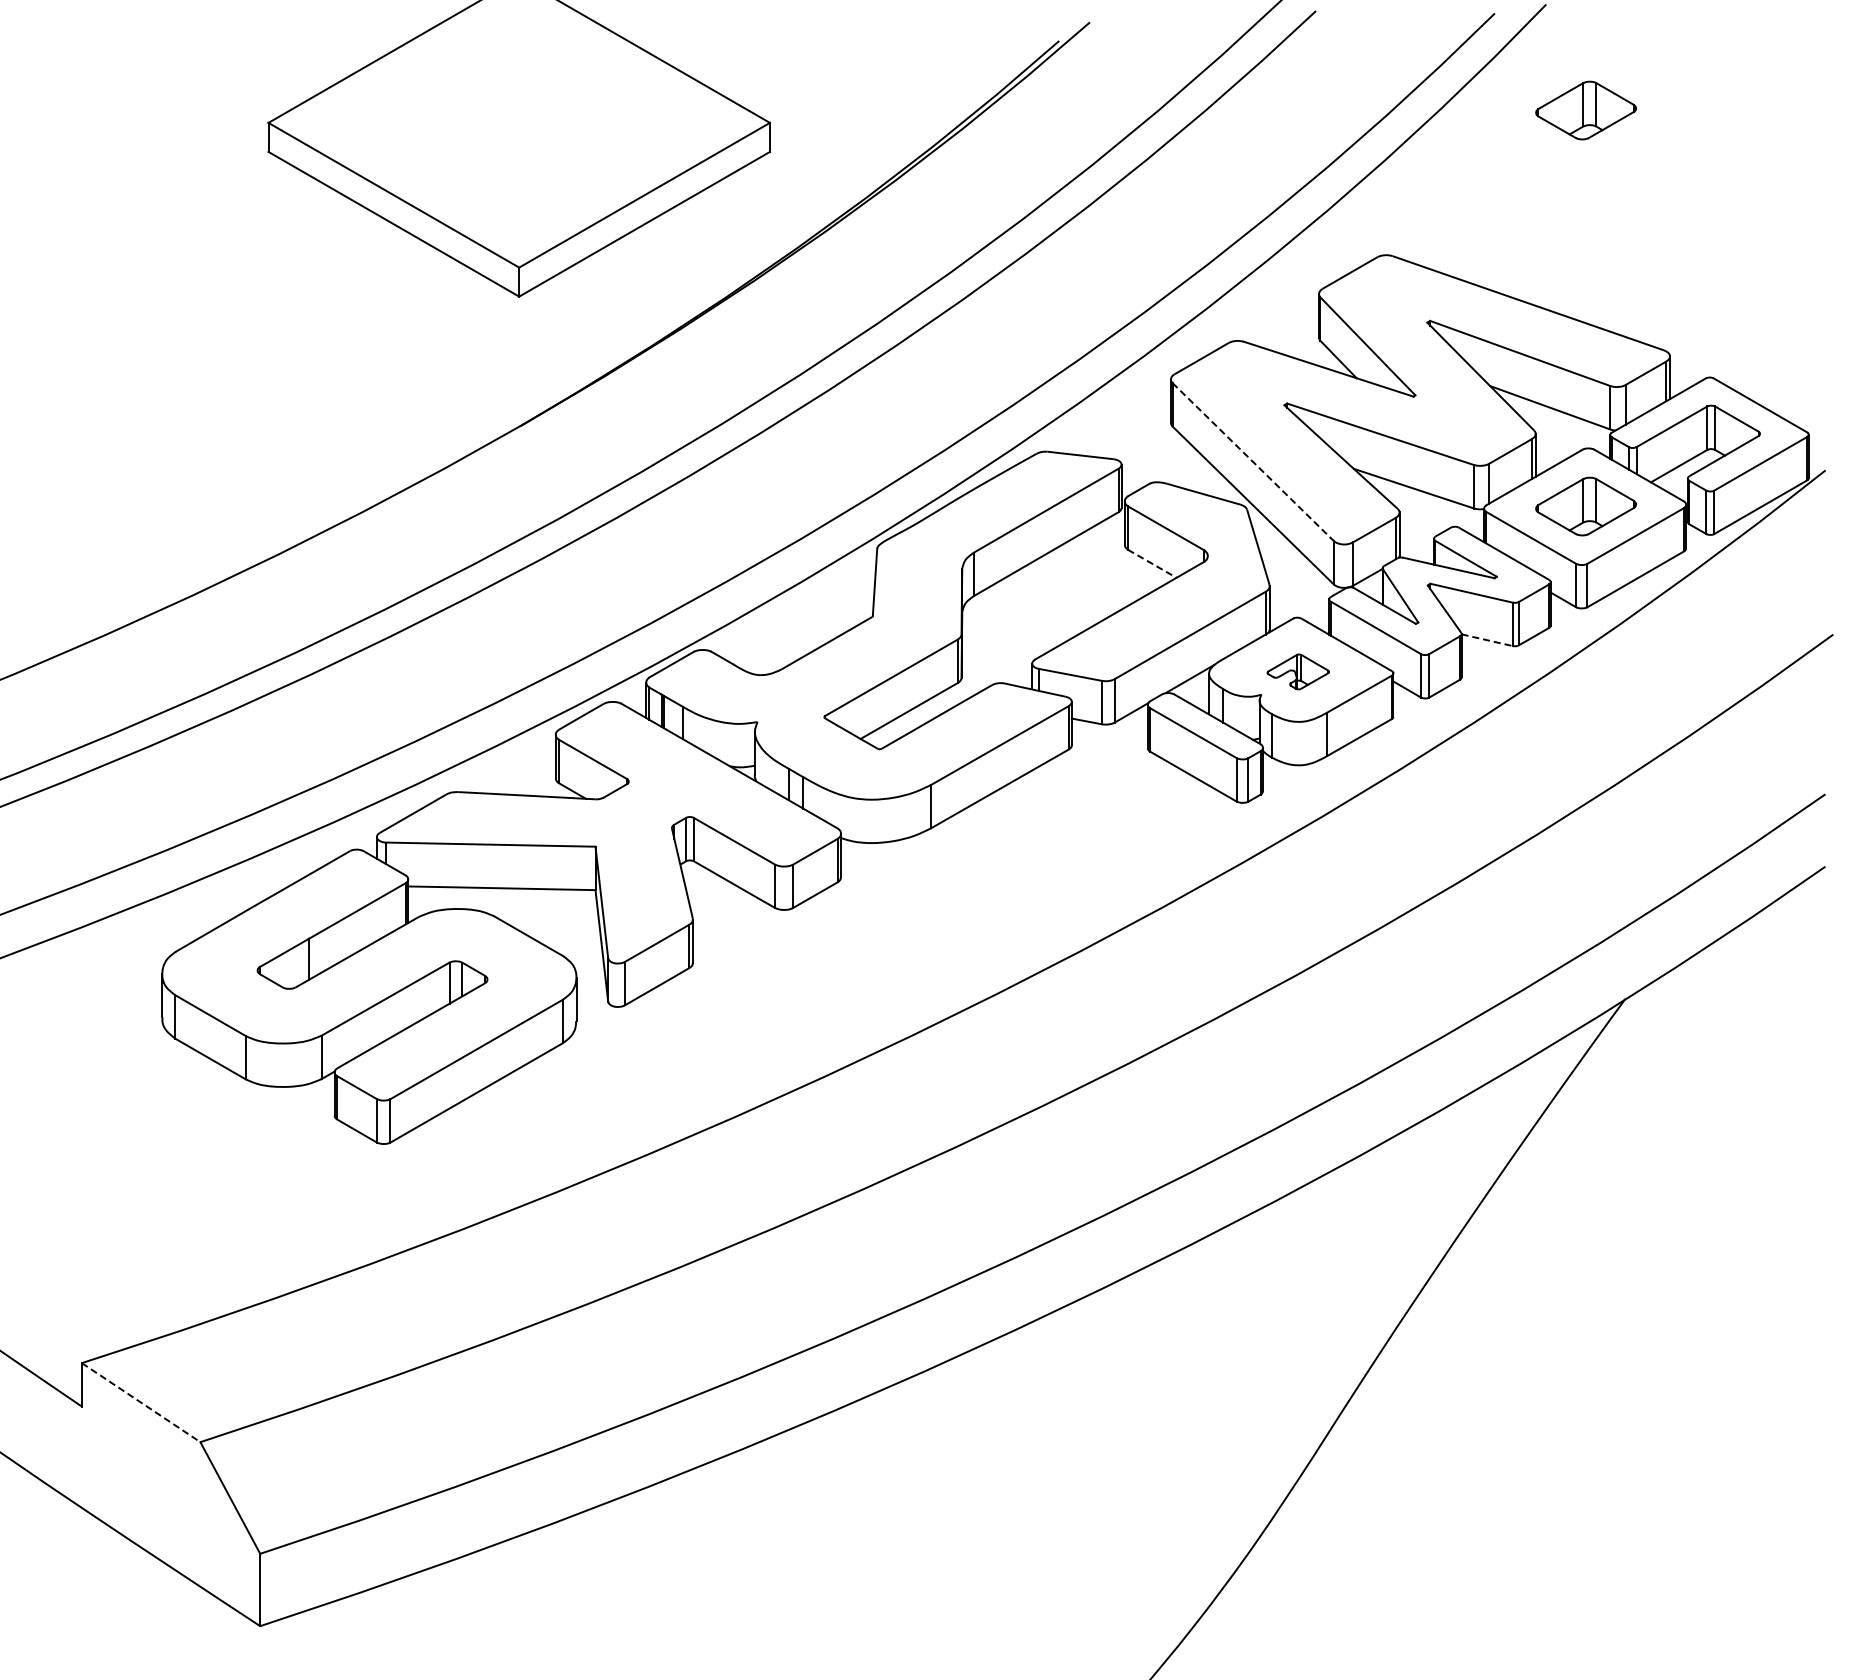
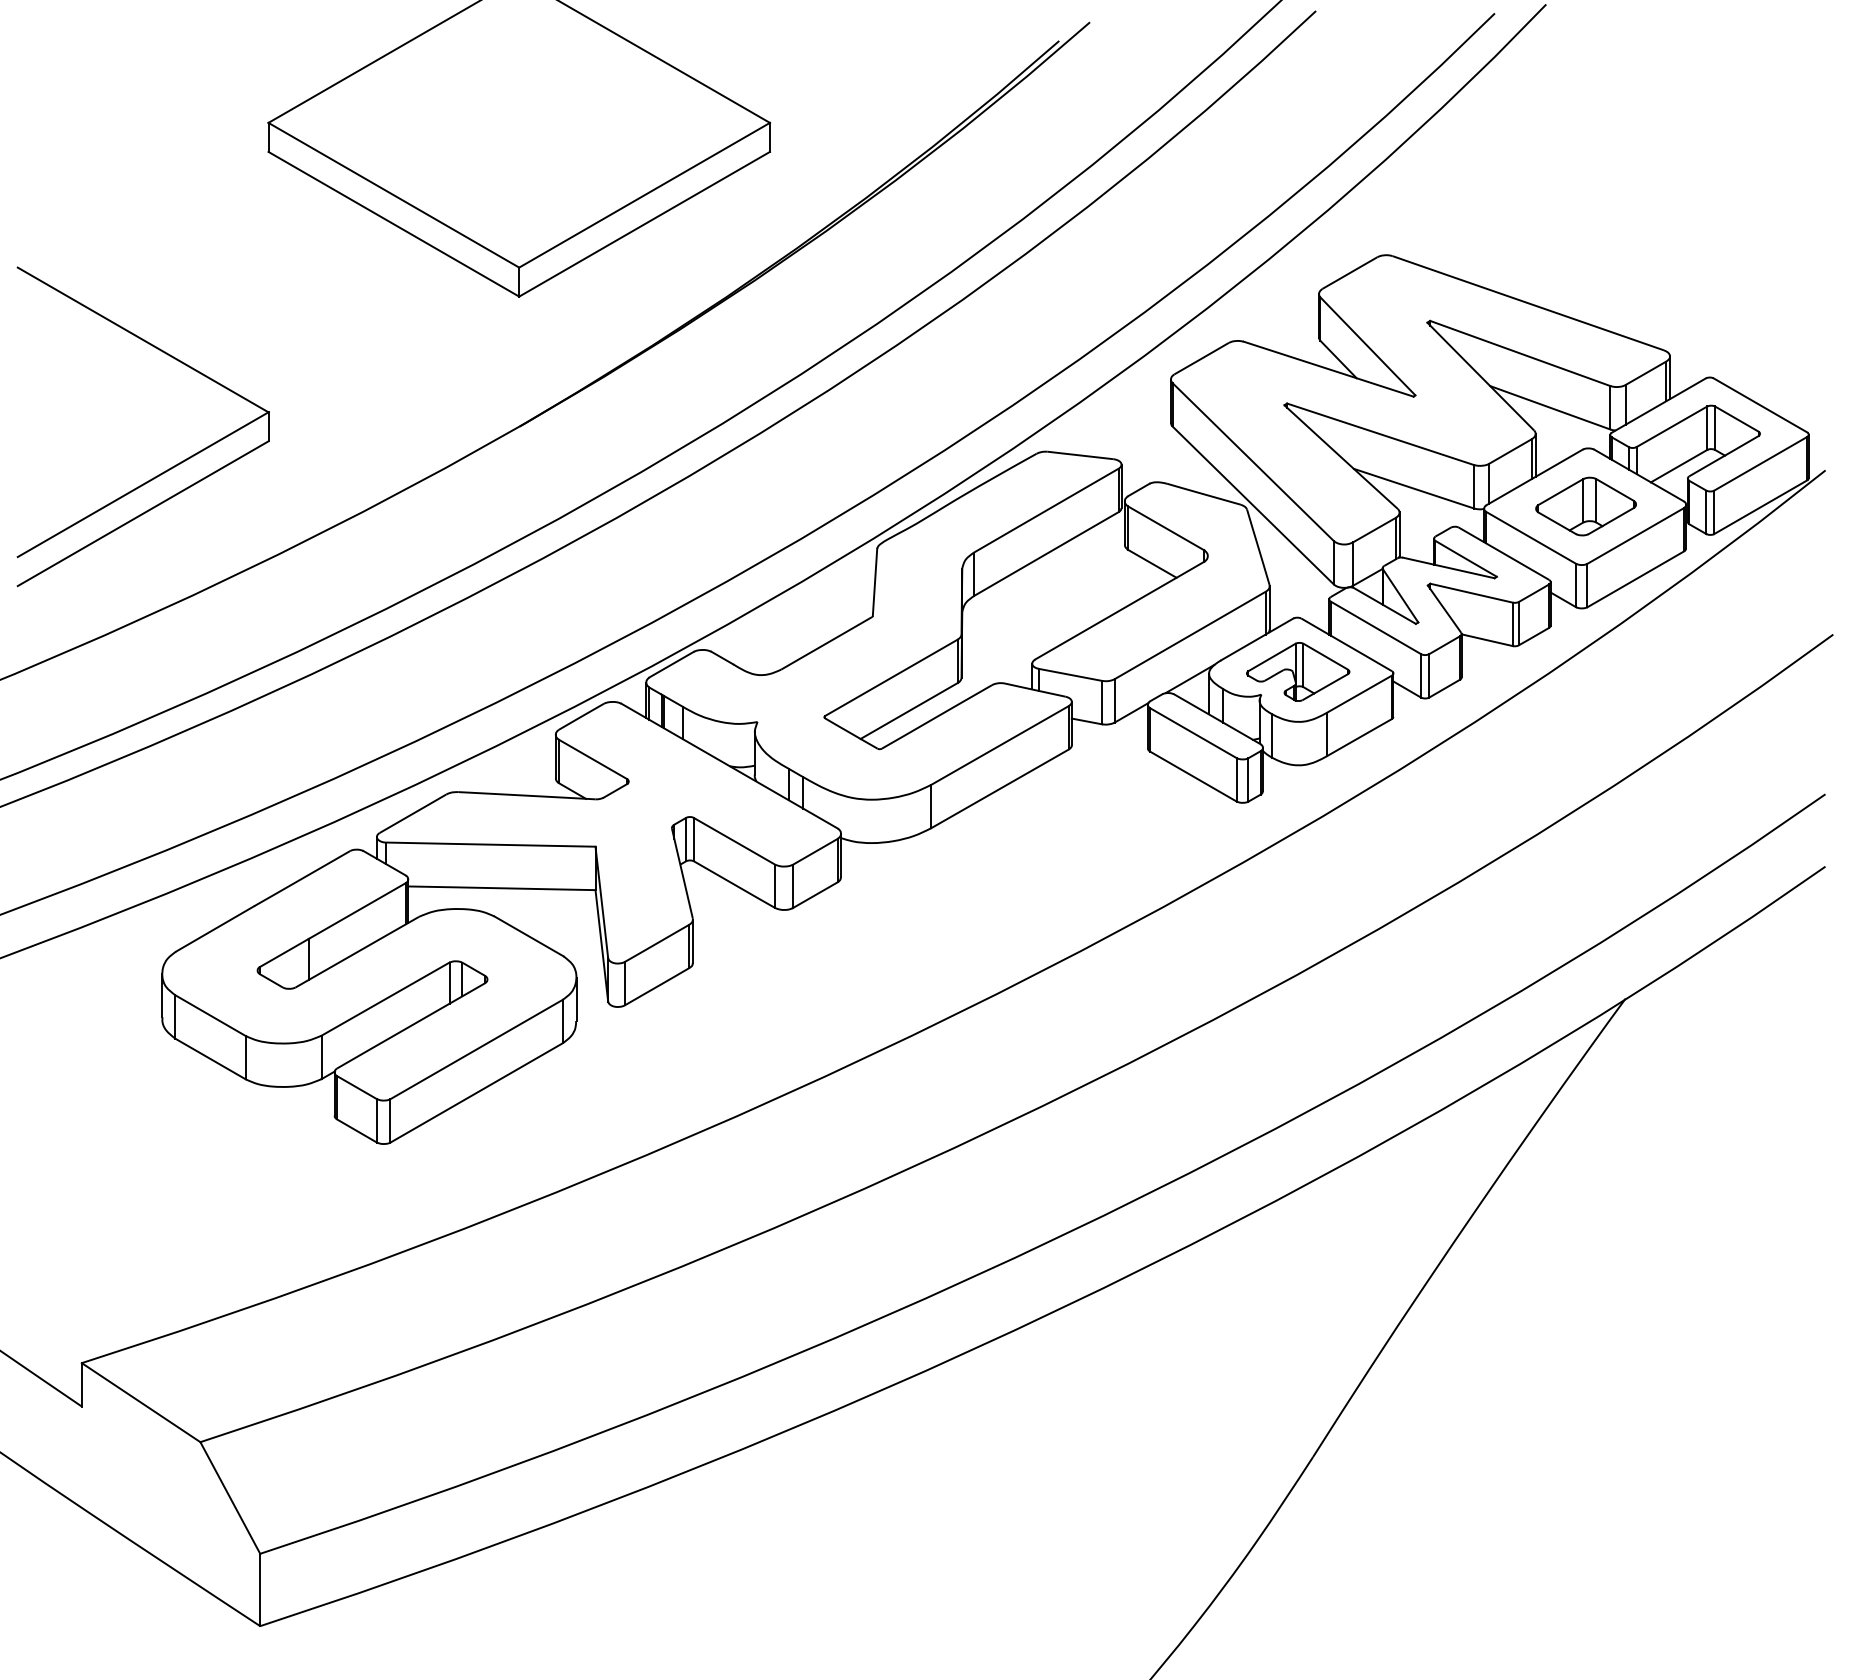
part at (1585, 110): present -> none
line at (1253, 461): dashed -> solid
part at (170, 467): none -> present
line at (1152, 564): dashed -> solid
line at (1487, 640): dashed -> solid
part at (1297, 671) size: 64x38 px -> 105x60 px
line at (141, 1402): dashed -> solid
